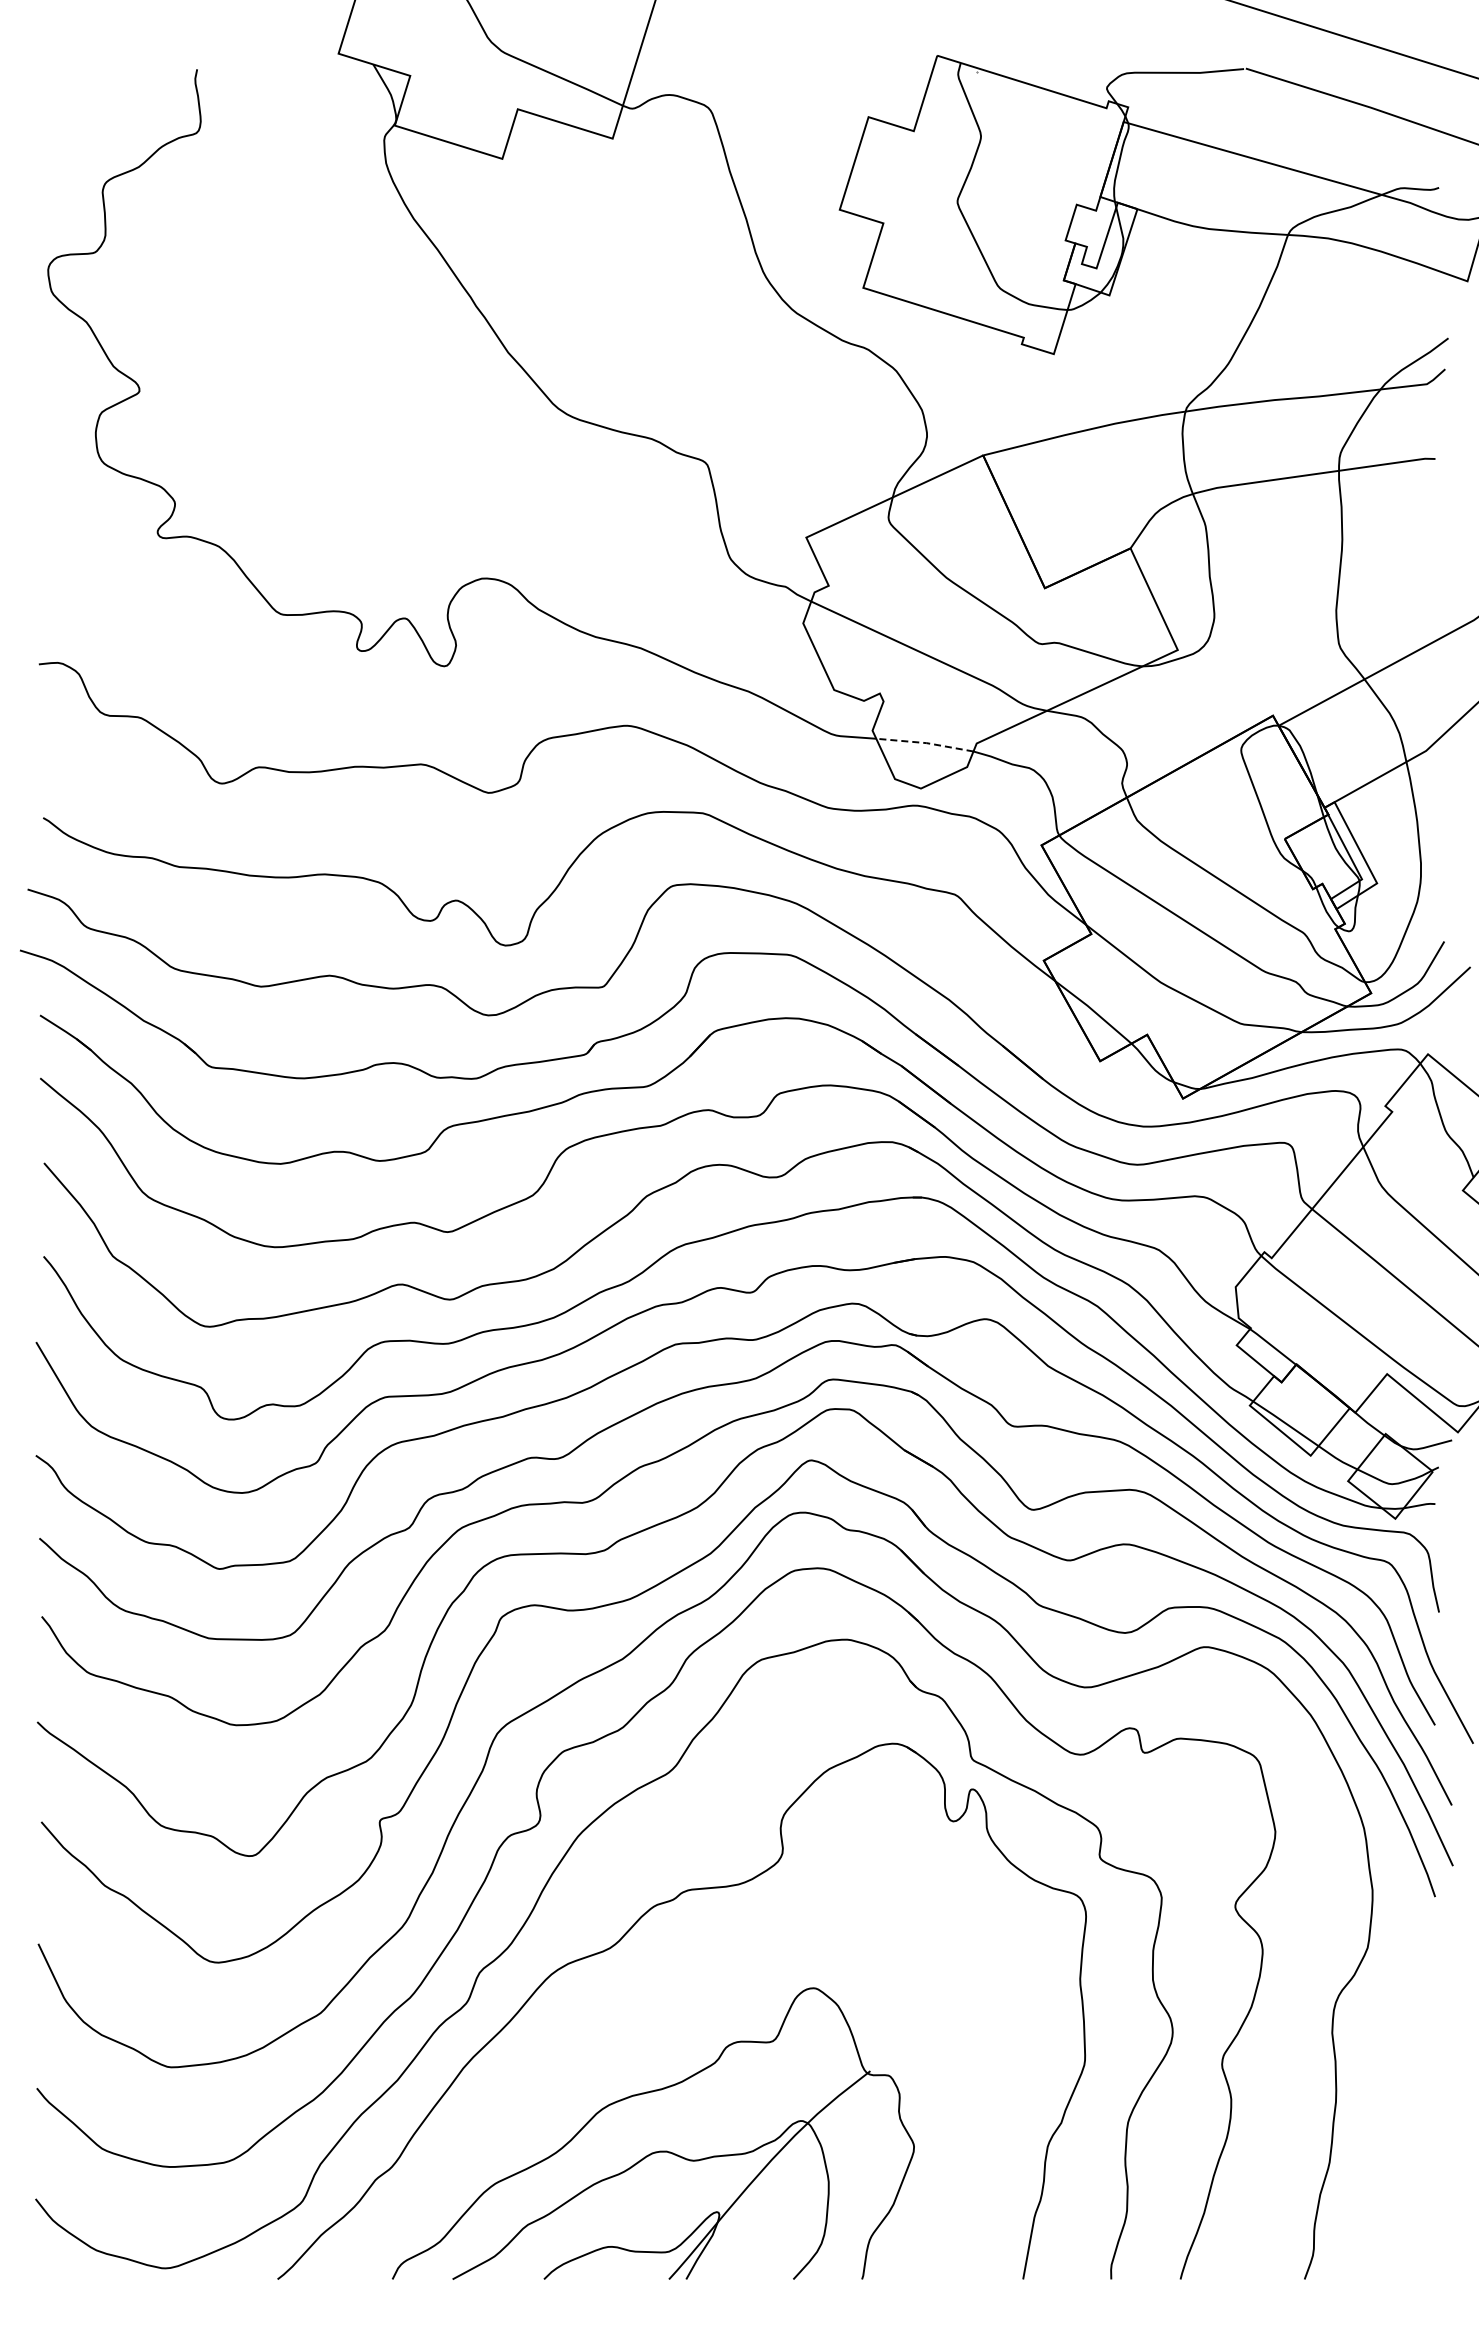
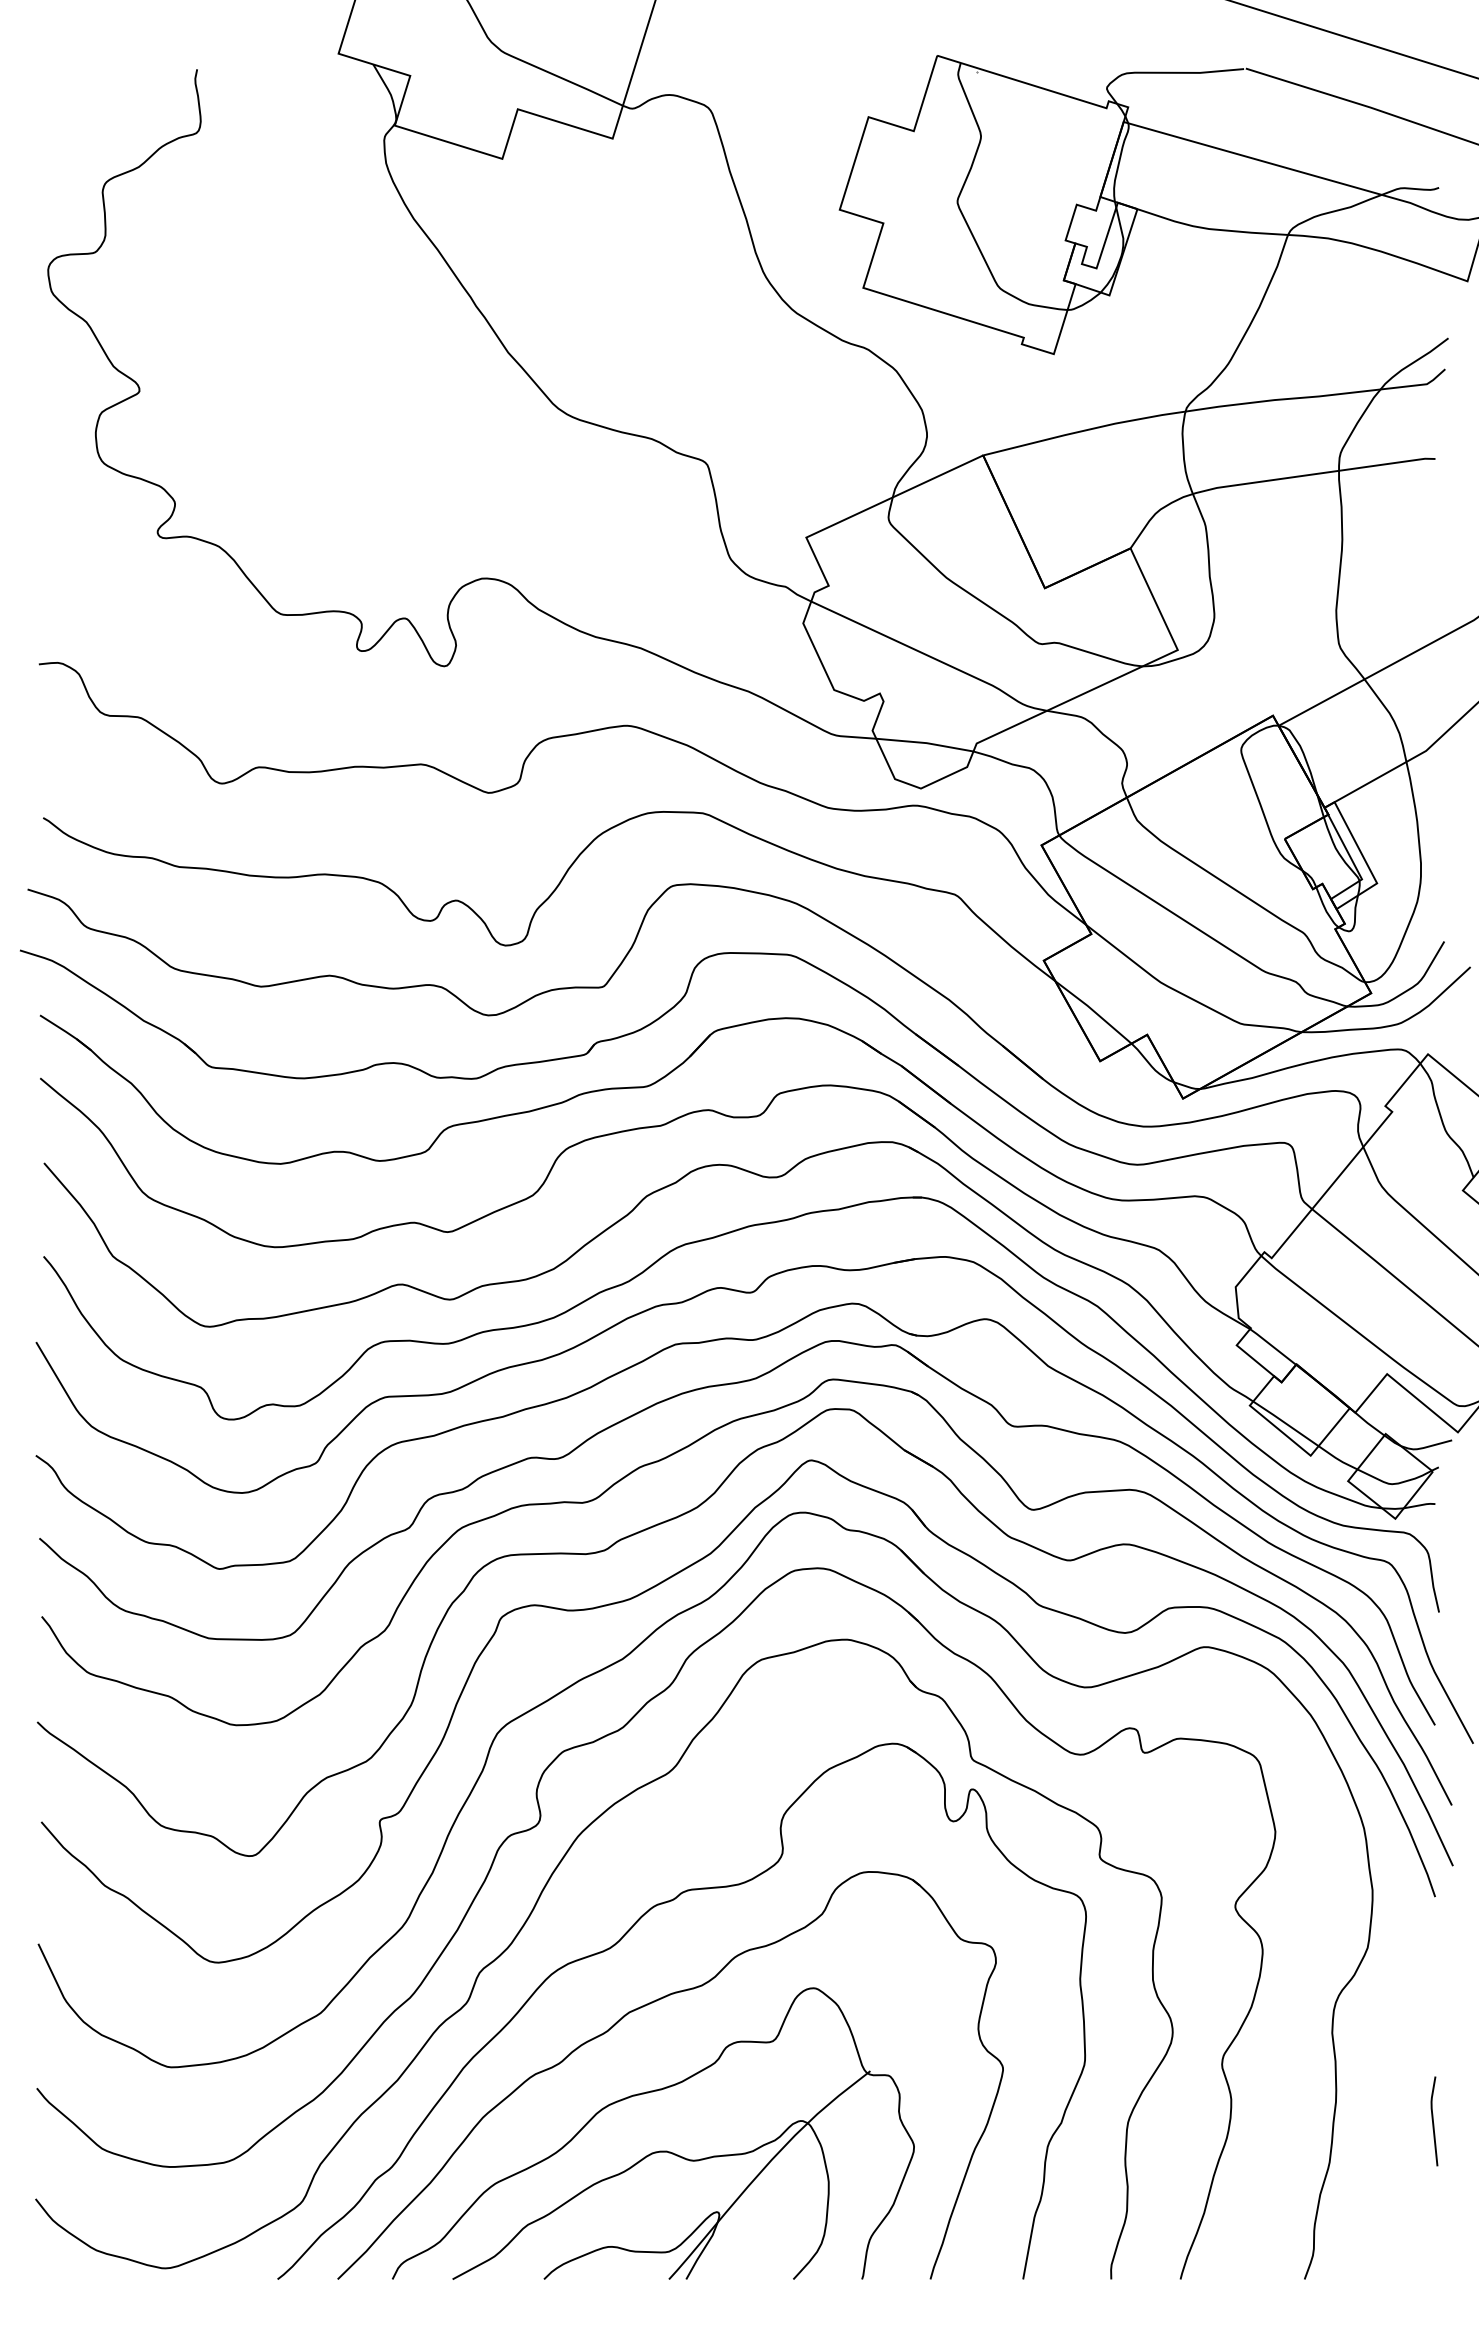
line at (925, 743): dashed -> solid
part at (641, 2008): none -> present
line at (1433, 2121): none -> present
